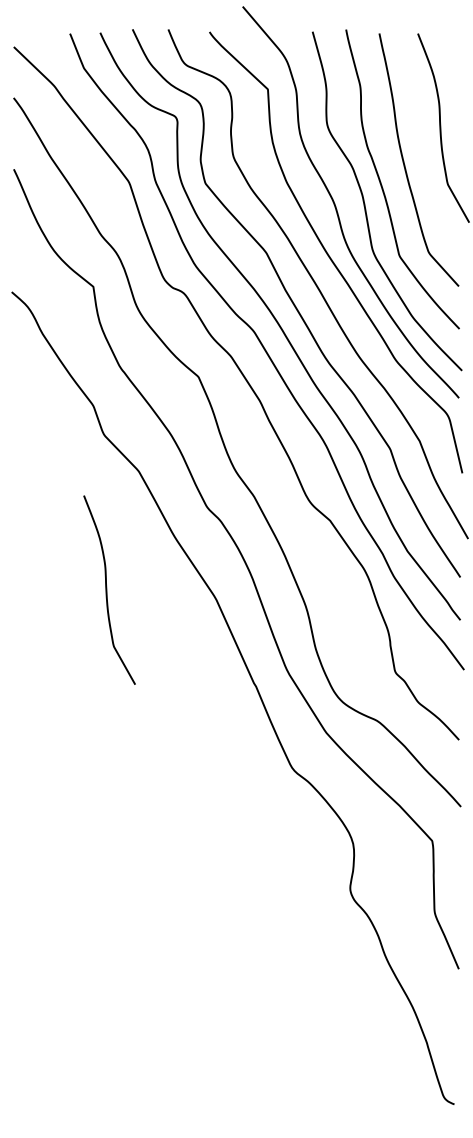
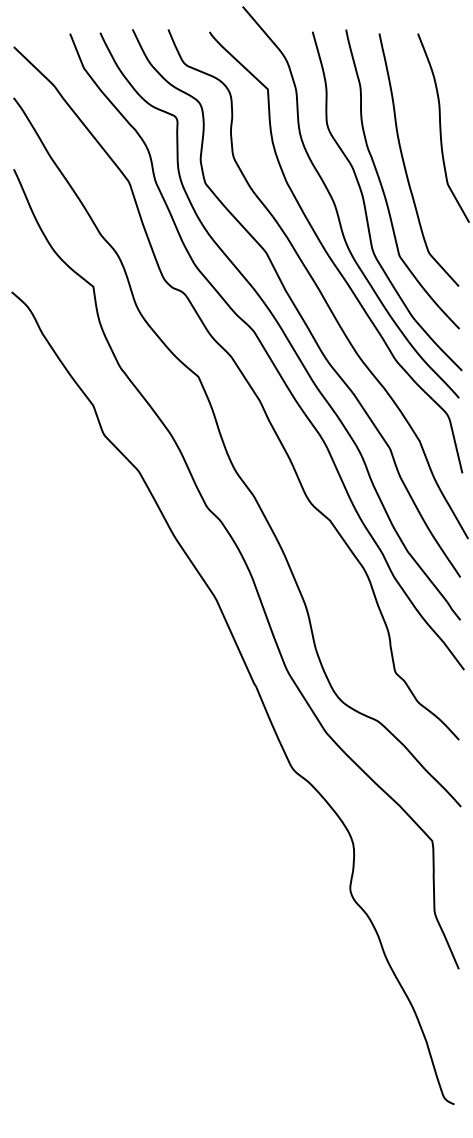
curve at (107, 589): present -> none
